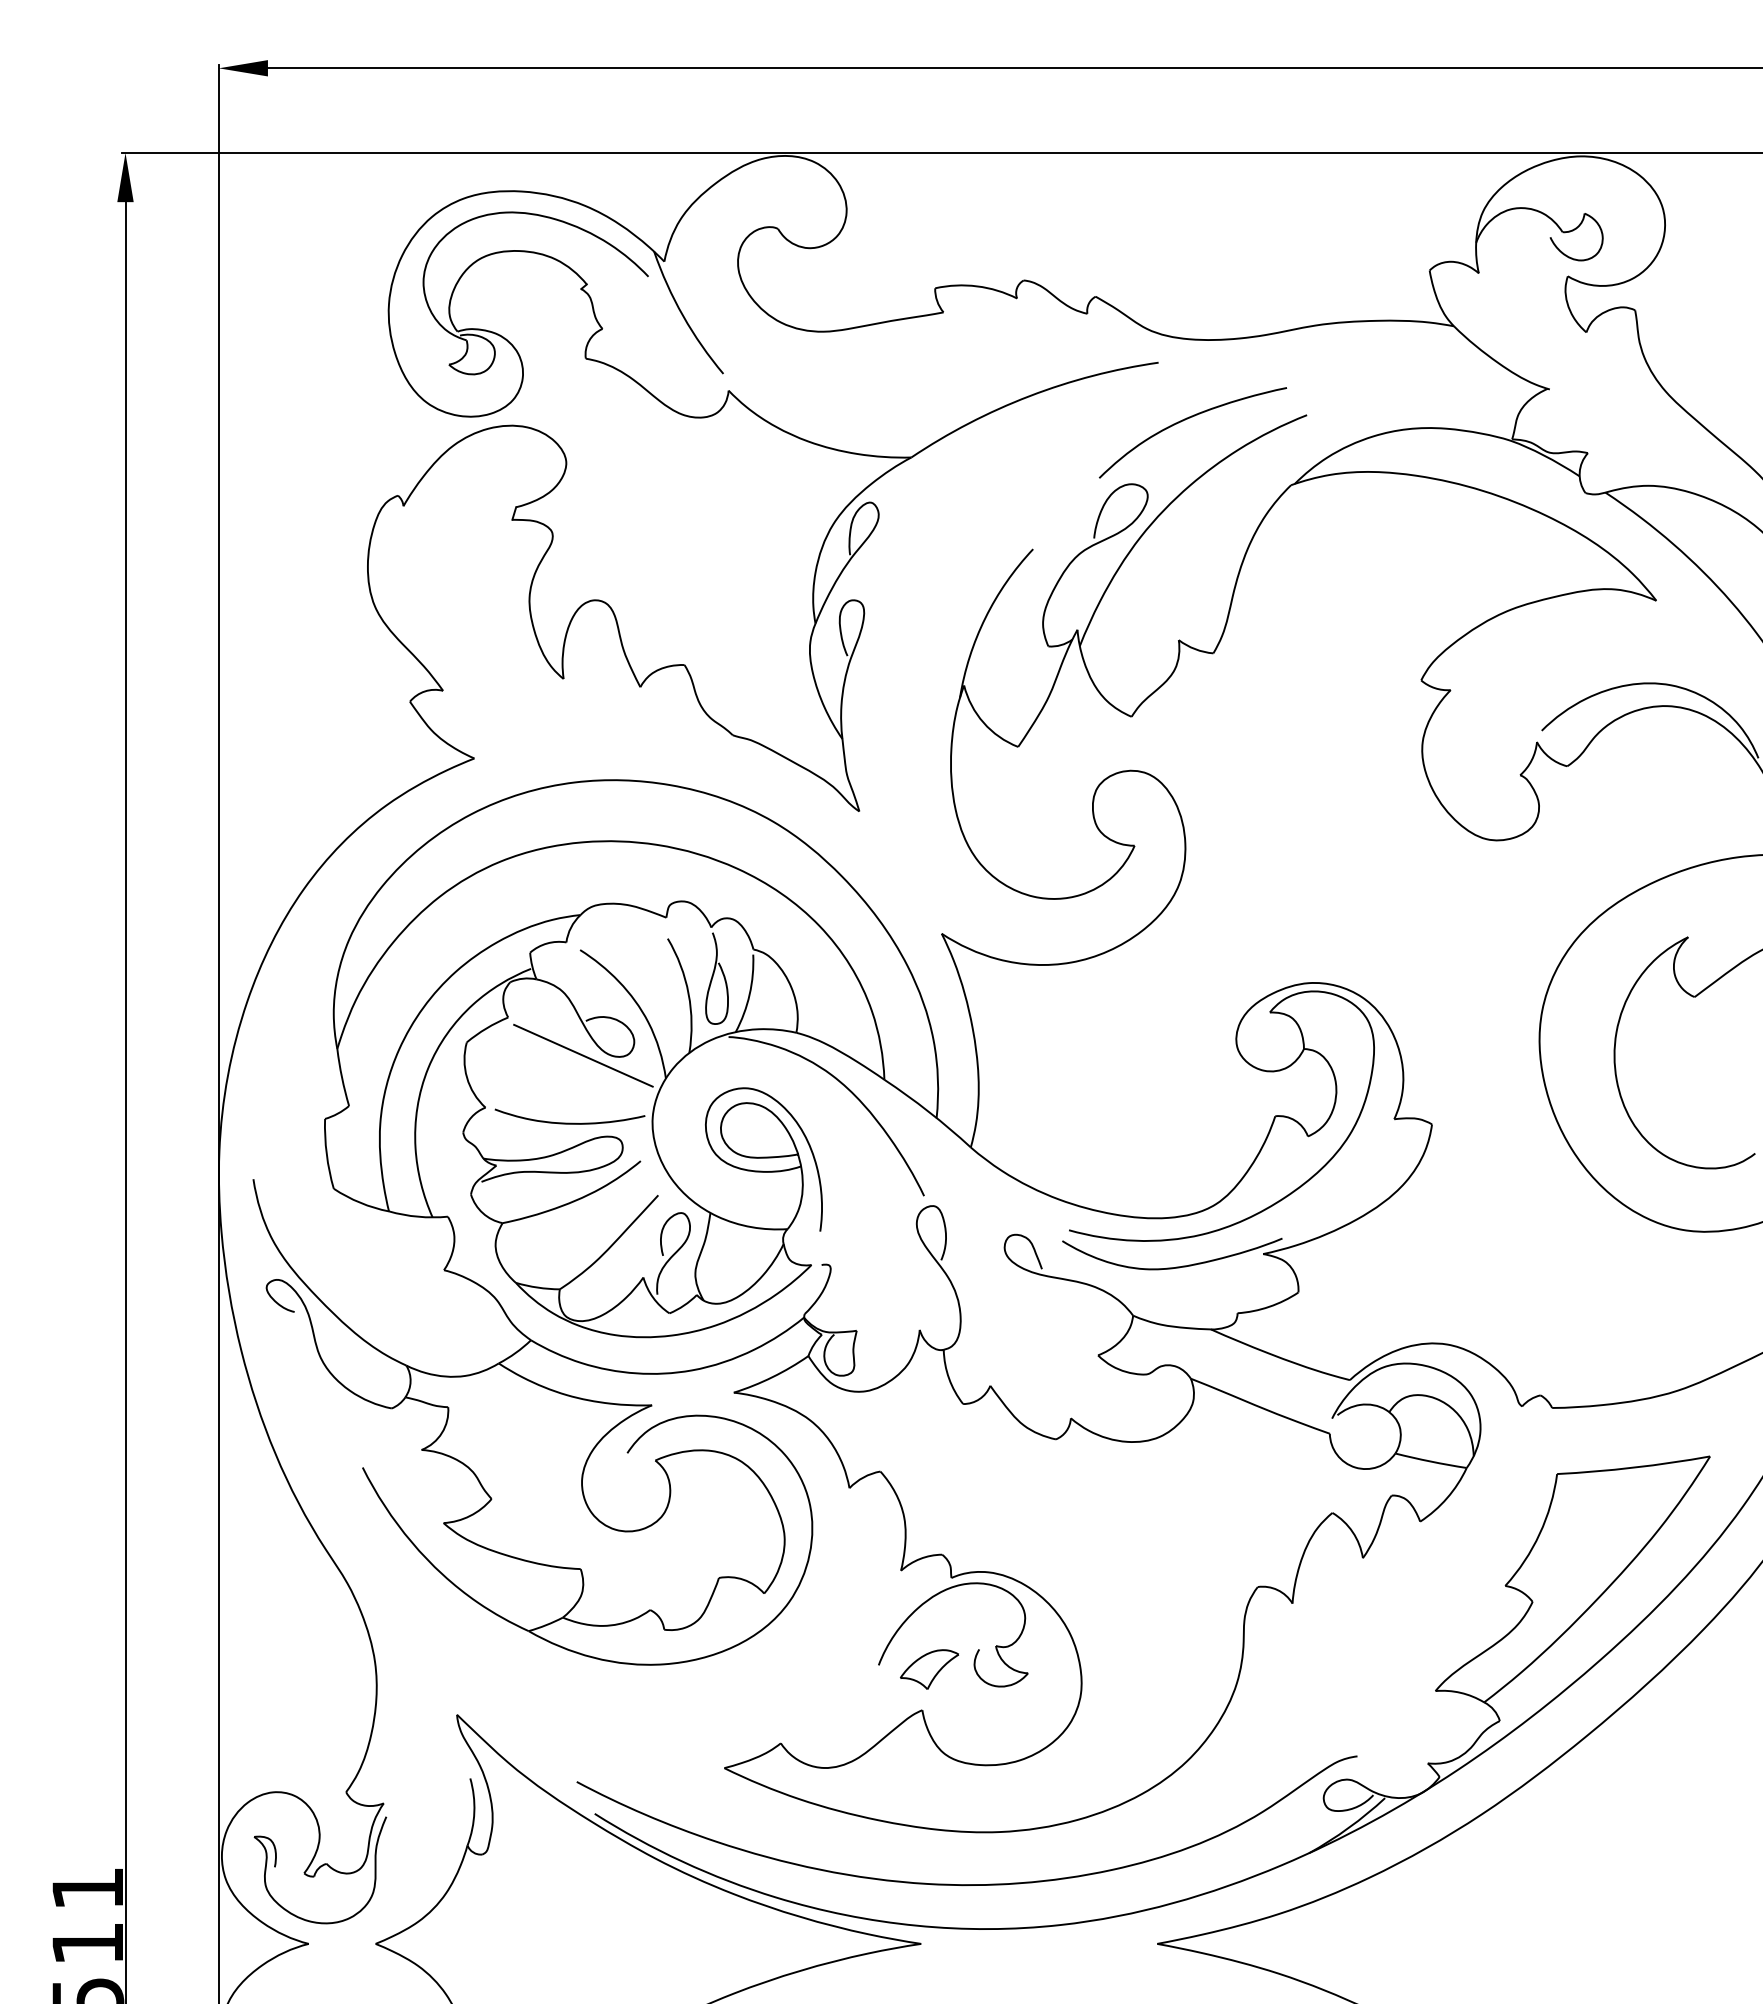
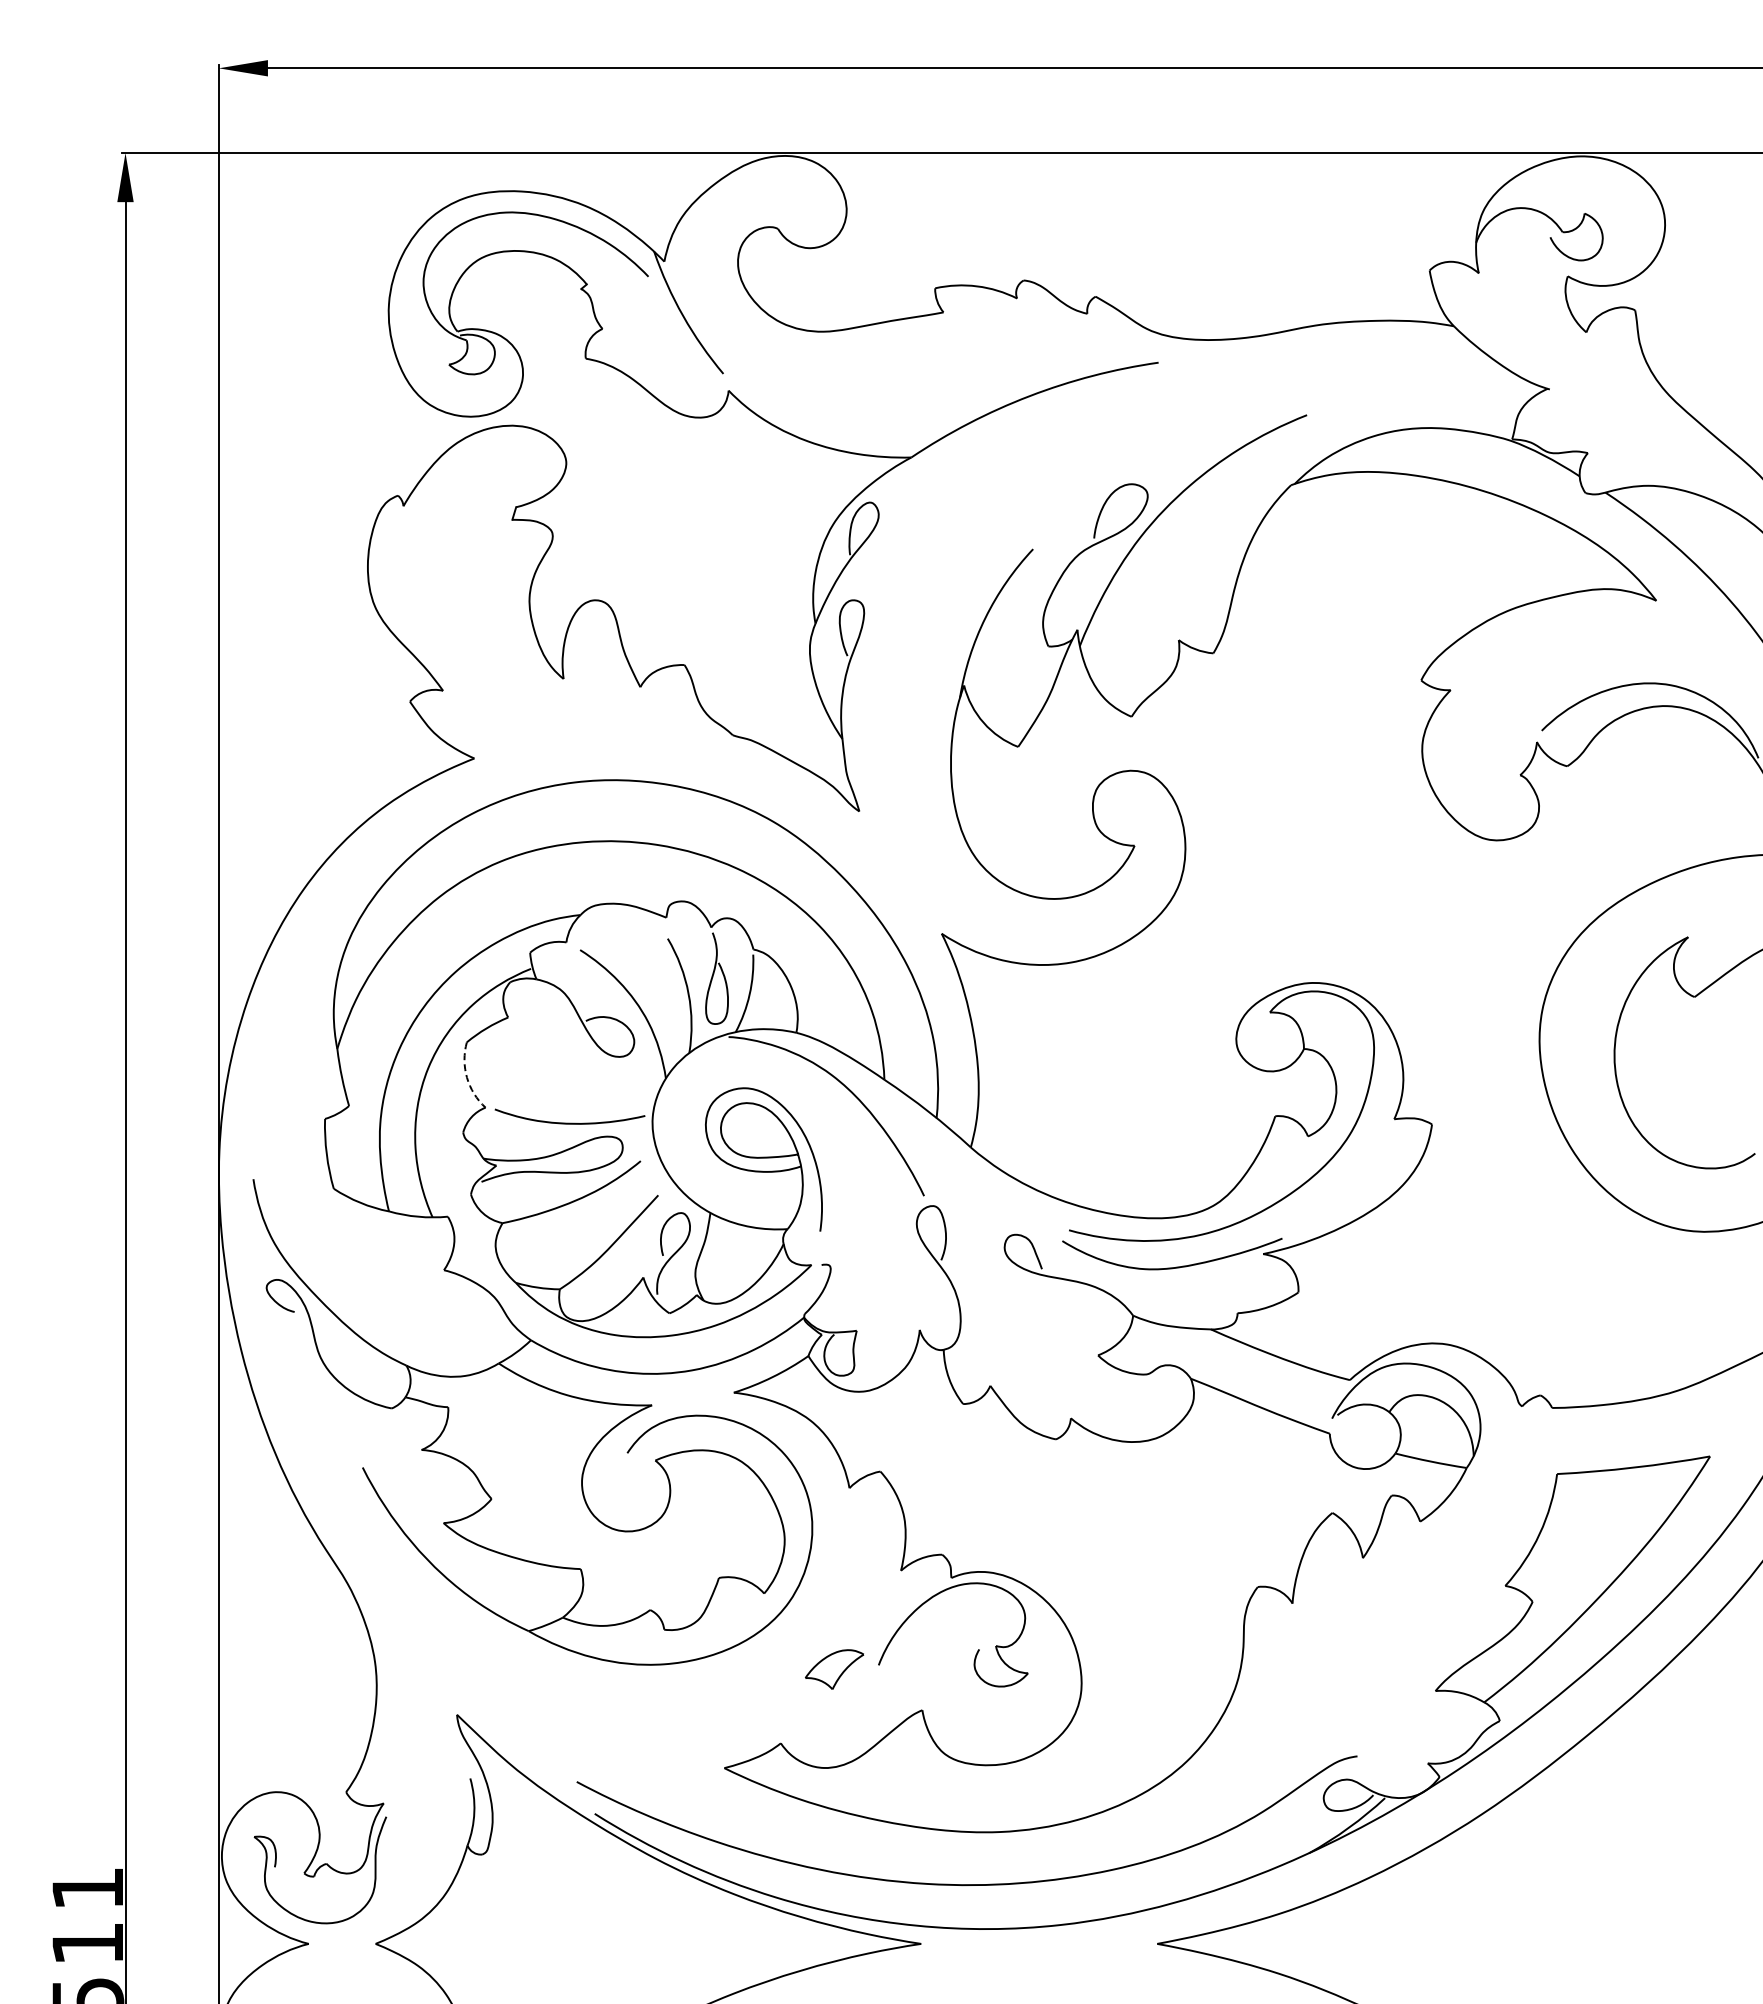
curve at (1185, 420): present -> none
line at (583, 1055): present -> none
arc at (467, 1077): solid -> dashed
part at (929, 1669) position: (929, 1669) -> (834, 1669)
